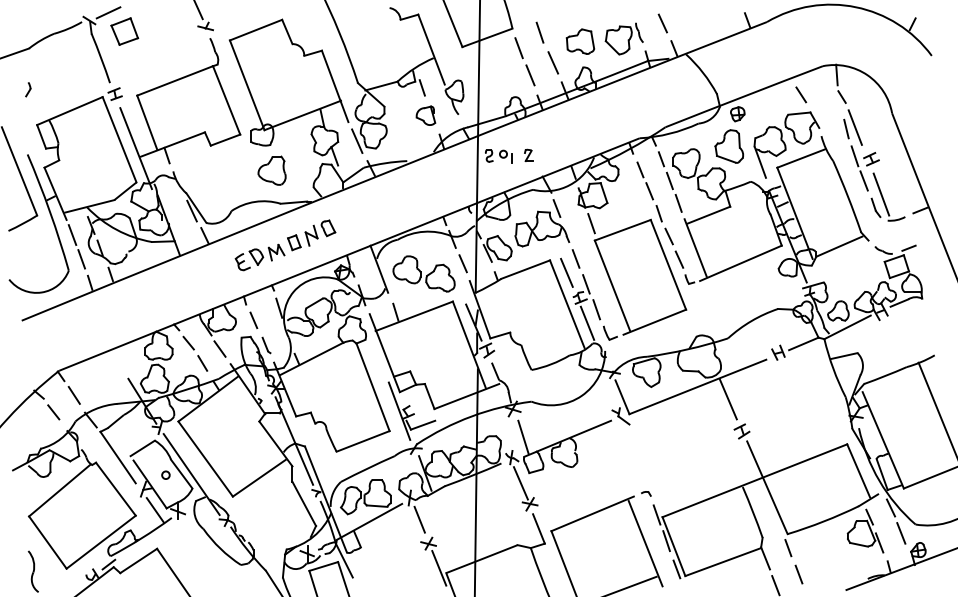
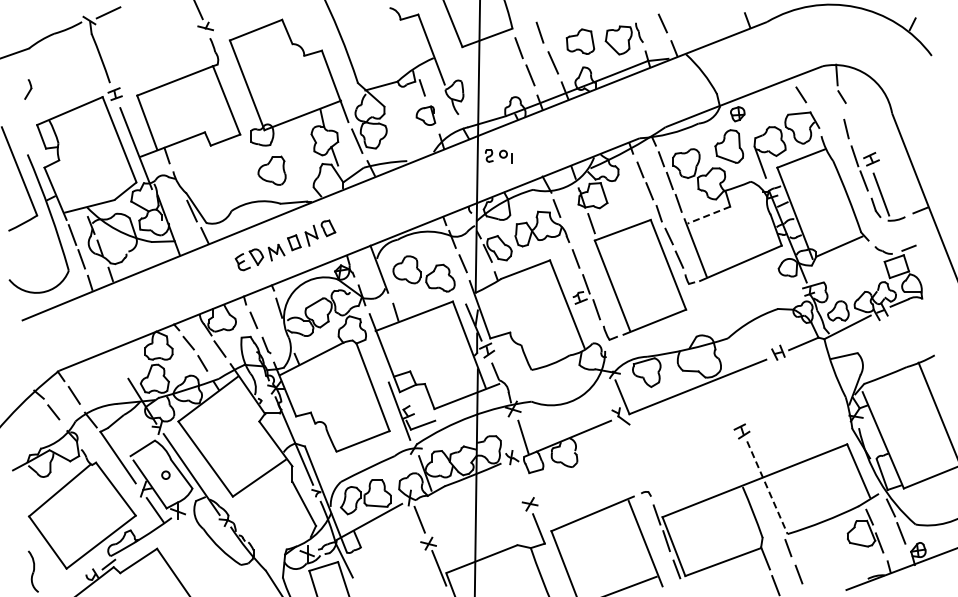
part at (124, 31): present -> none
part at (28, 89) size: 7x16 px -> 9x21 px
line at (854, 127): present -> none
part at (528, 154): present -> none
line at (708, 215): solid -> dashed
line at (566, 272): present -> none
line at (587, 322): present -> none
line at (727, 399): present -> none
line at (520, 483): present -> none
line at (767, 487): solid -> dashed
